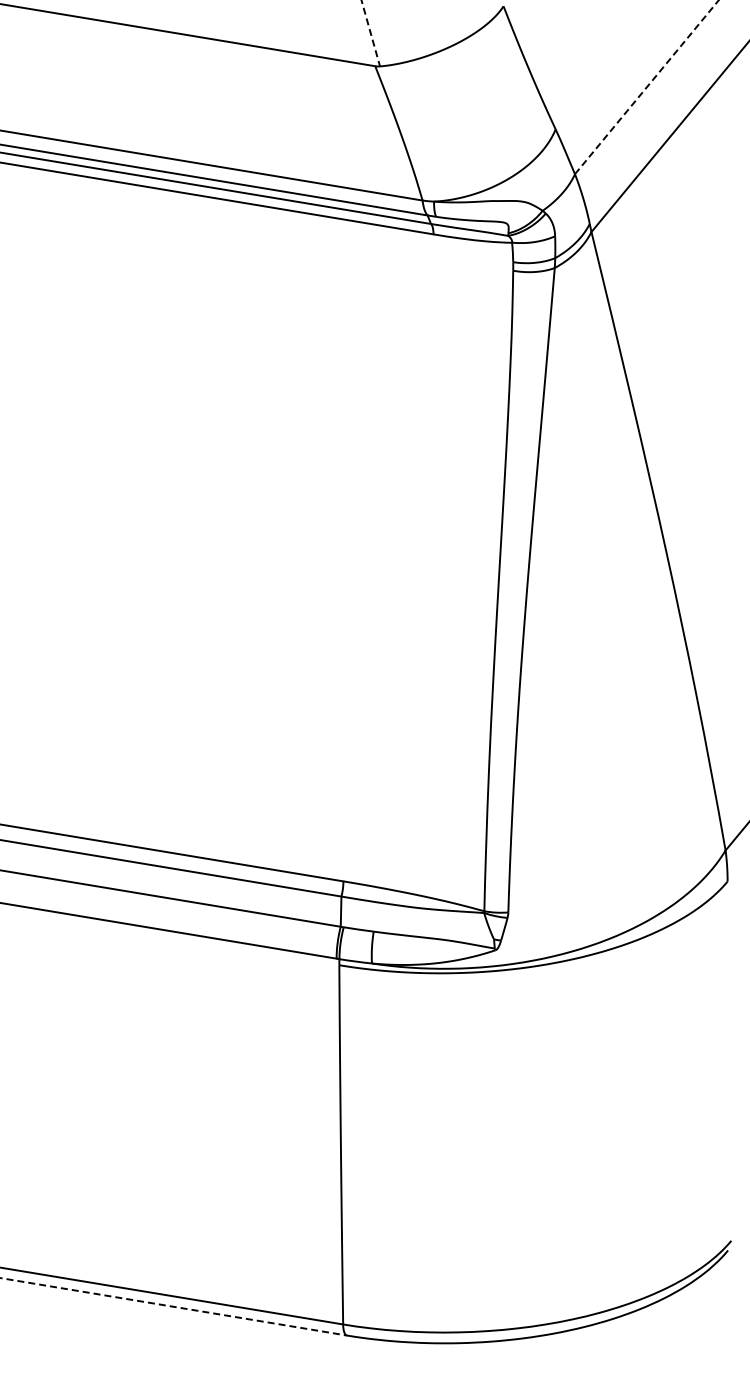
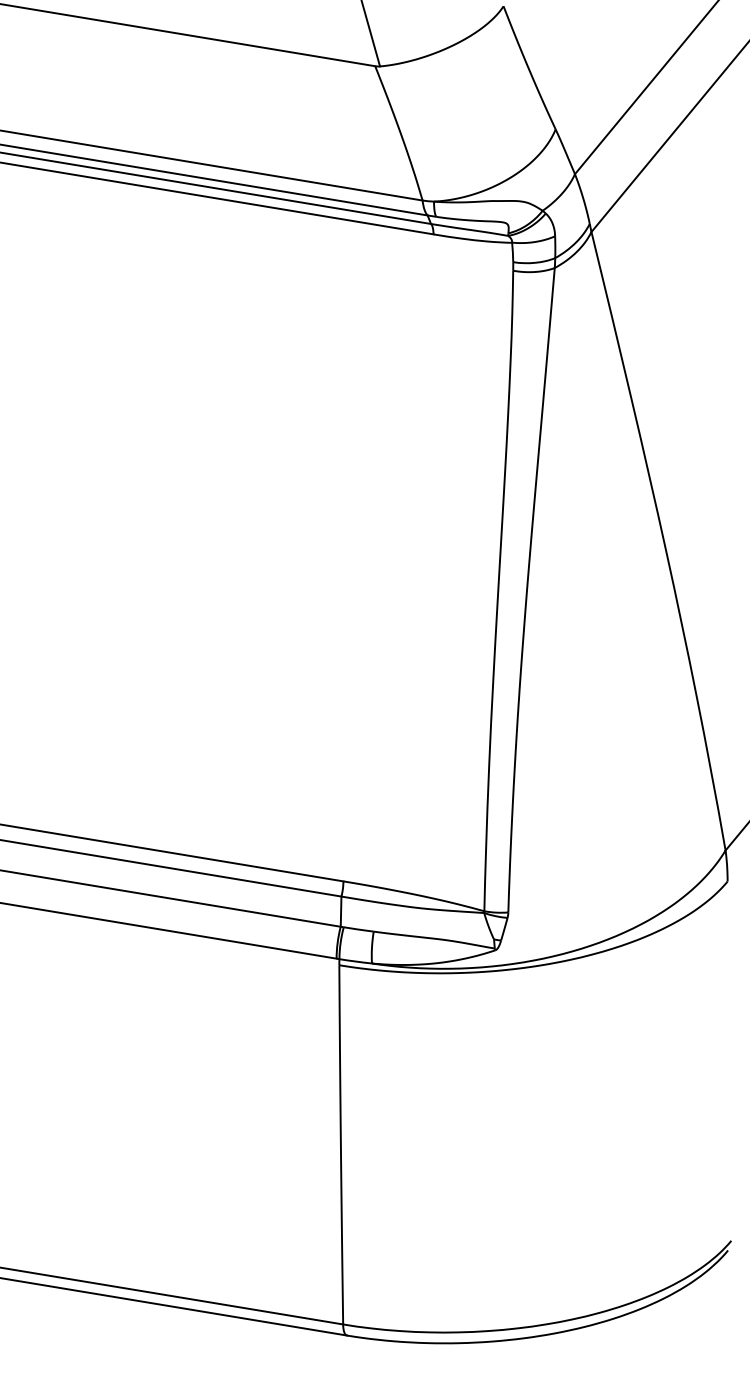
line at (370, 33): dashed -> solid
line at (646, 87): dashed -> solid
line at (174, 1306): dashed -> solid
